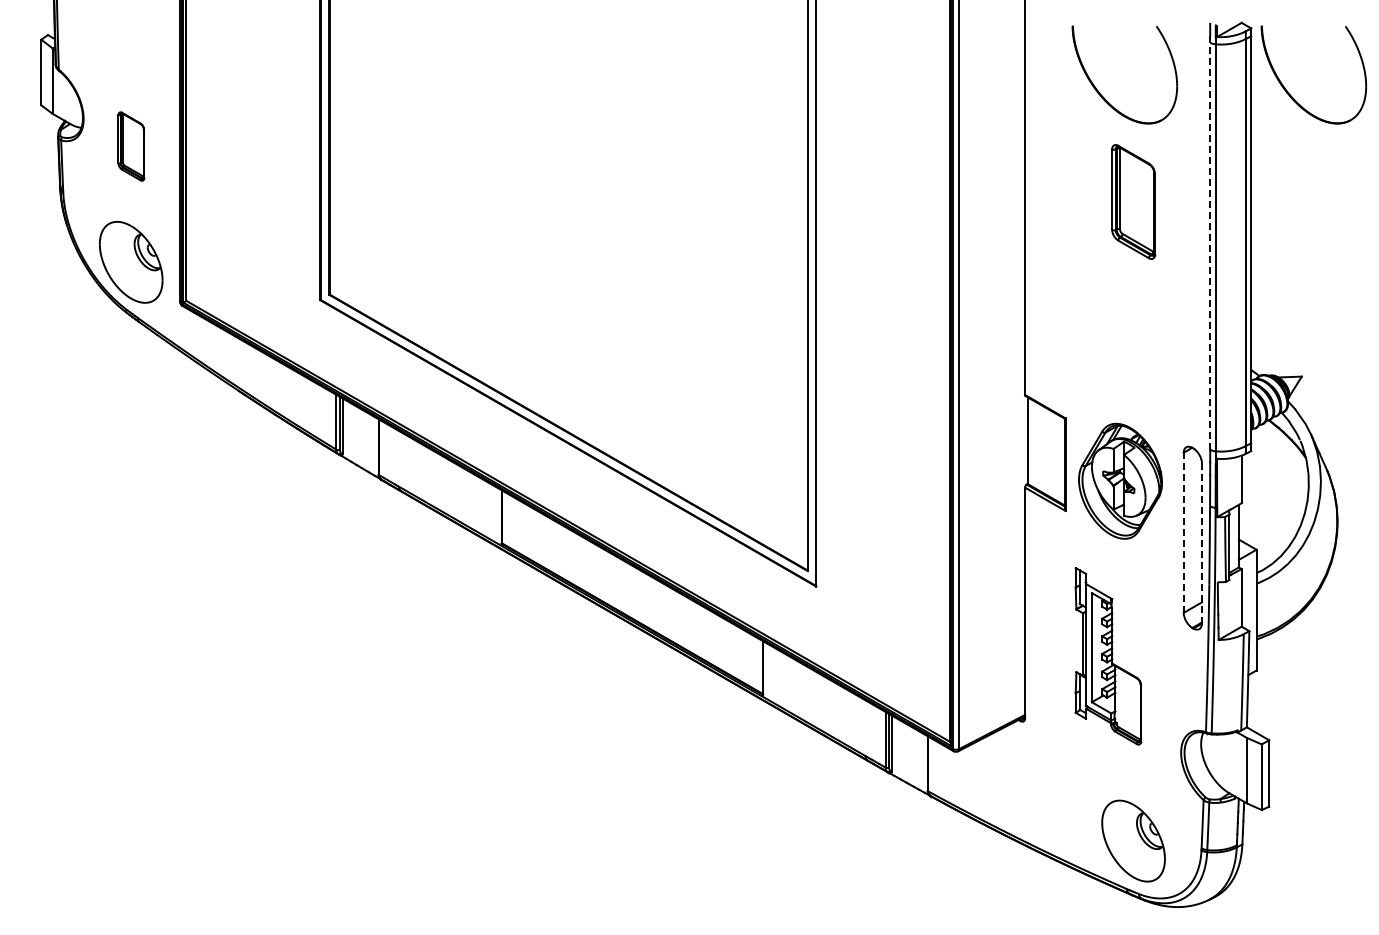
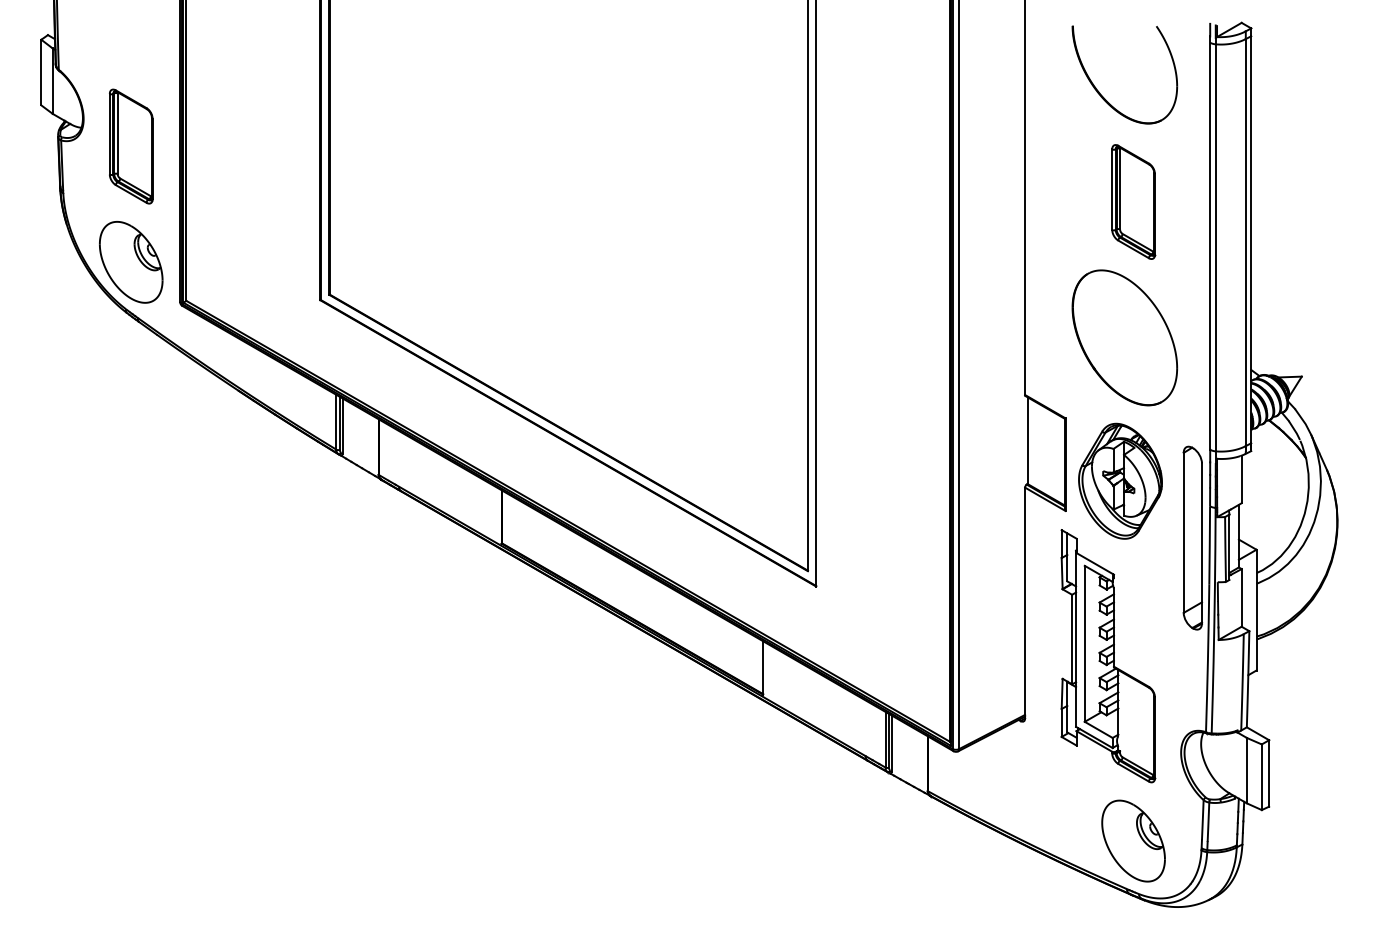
part at (1288, 91): present -> none
part at (131, 146) size: 29x71 px -> 45x117 px
line at (1210, 243): dashed -> solid
part at (1124, 337): none -> present
line at (1183, 532): dashed -> solid
line at (1202, 543): dashed -> solid
part at (1108, 656) size: 69x179 px -> 97x255 px
